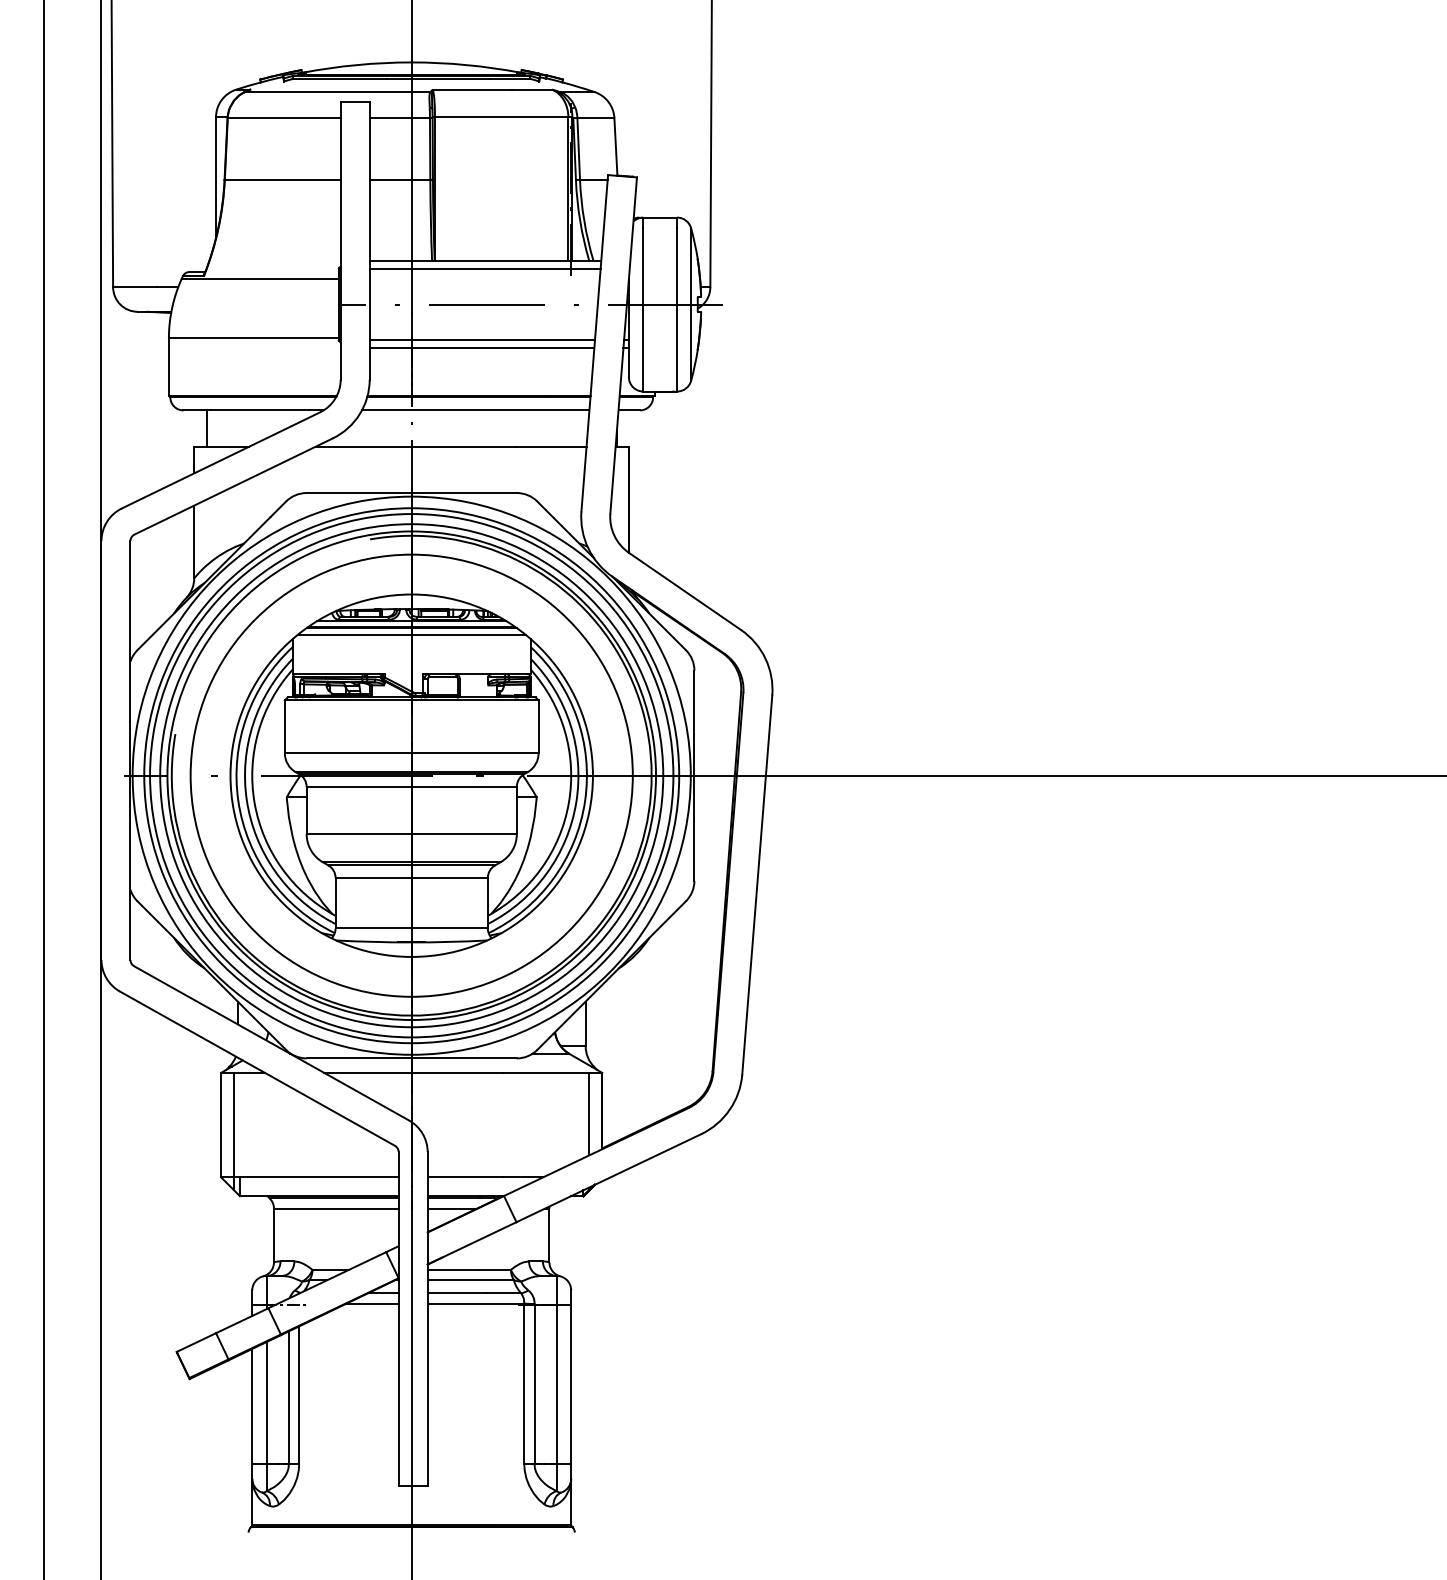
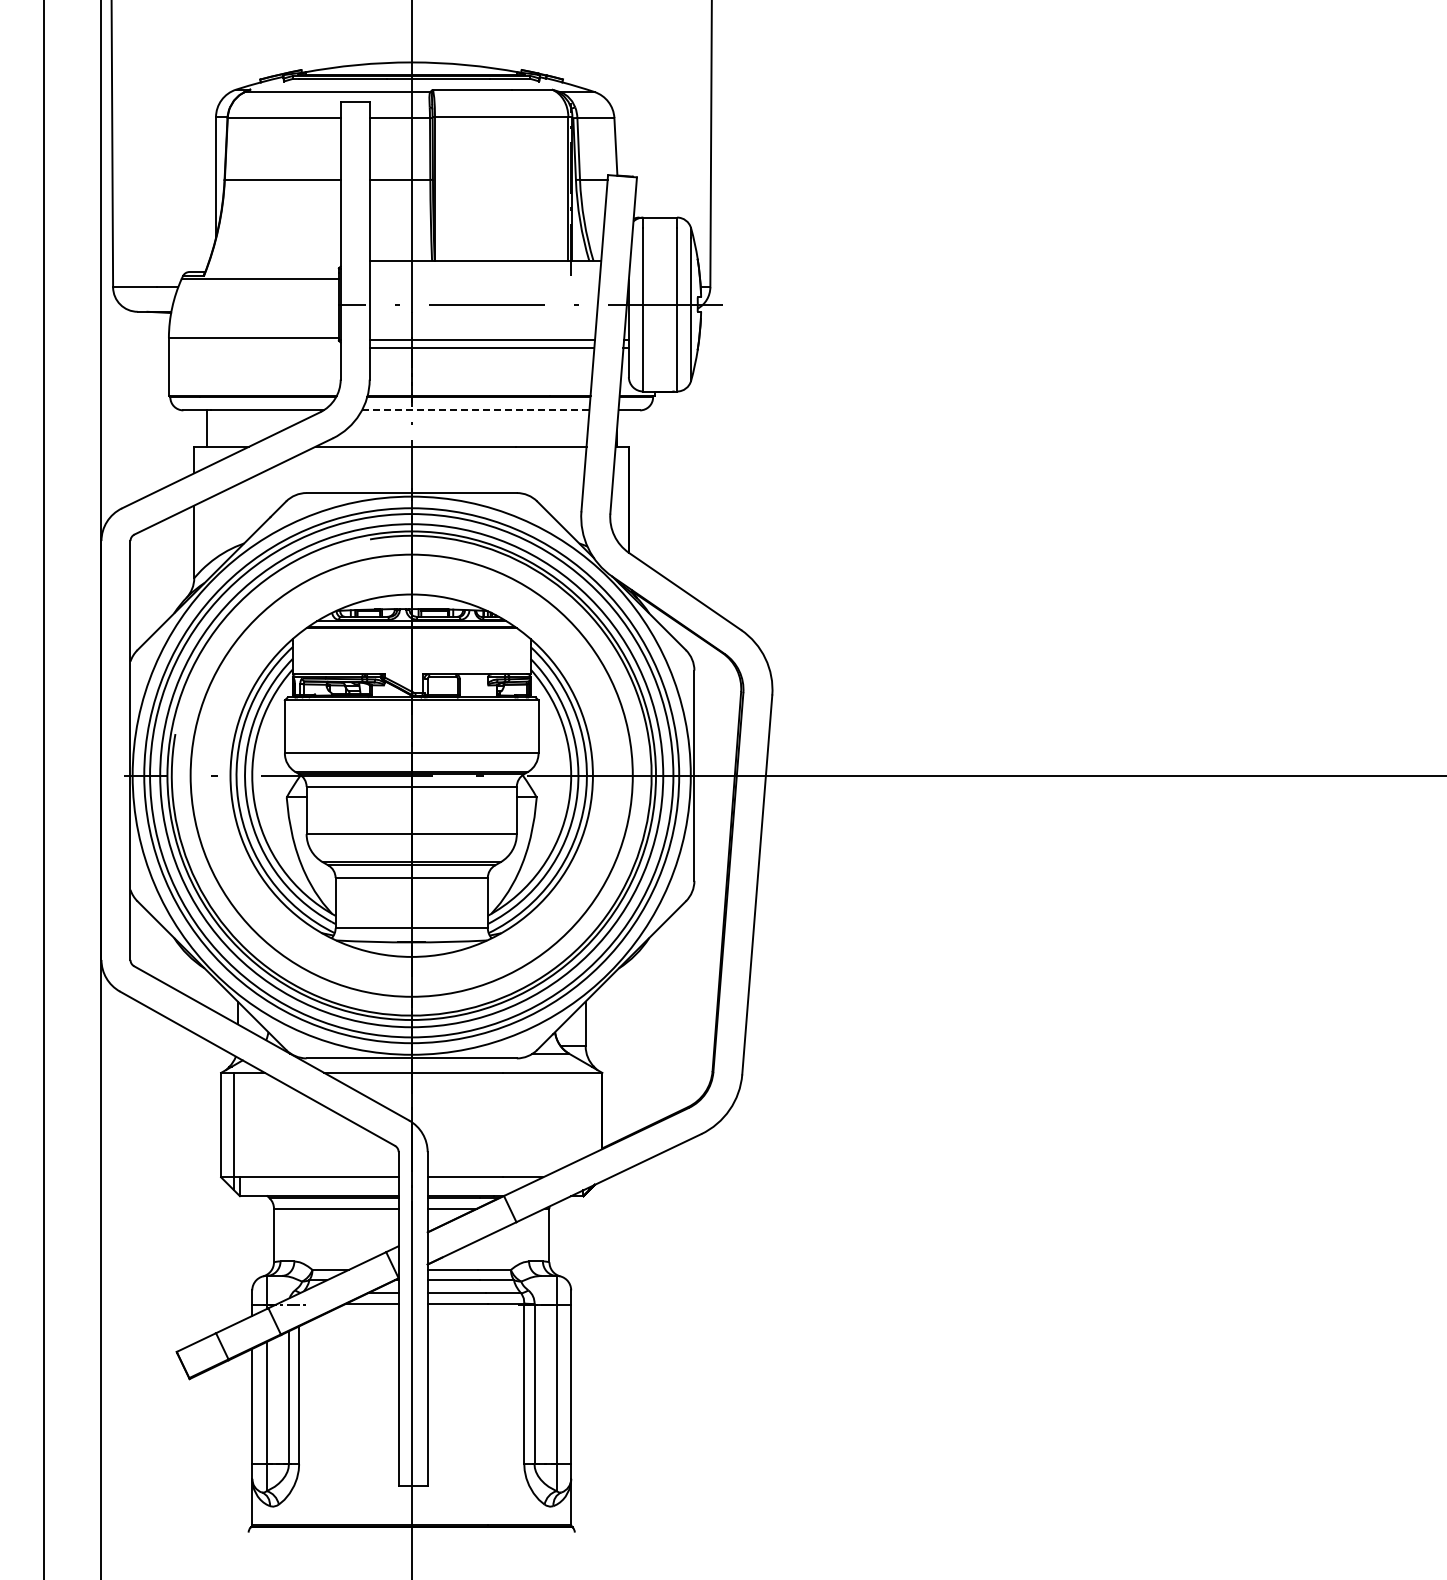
line at (484, 268): present -> none
line at (475, 410): solid -> dashed
line at (411, 634): present -> none
line at (589, 1113): present -> none
